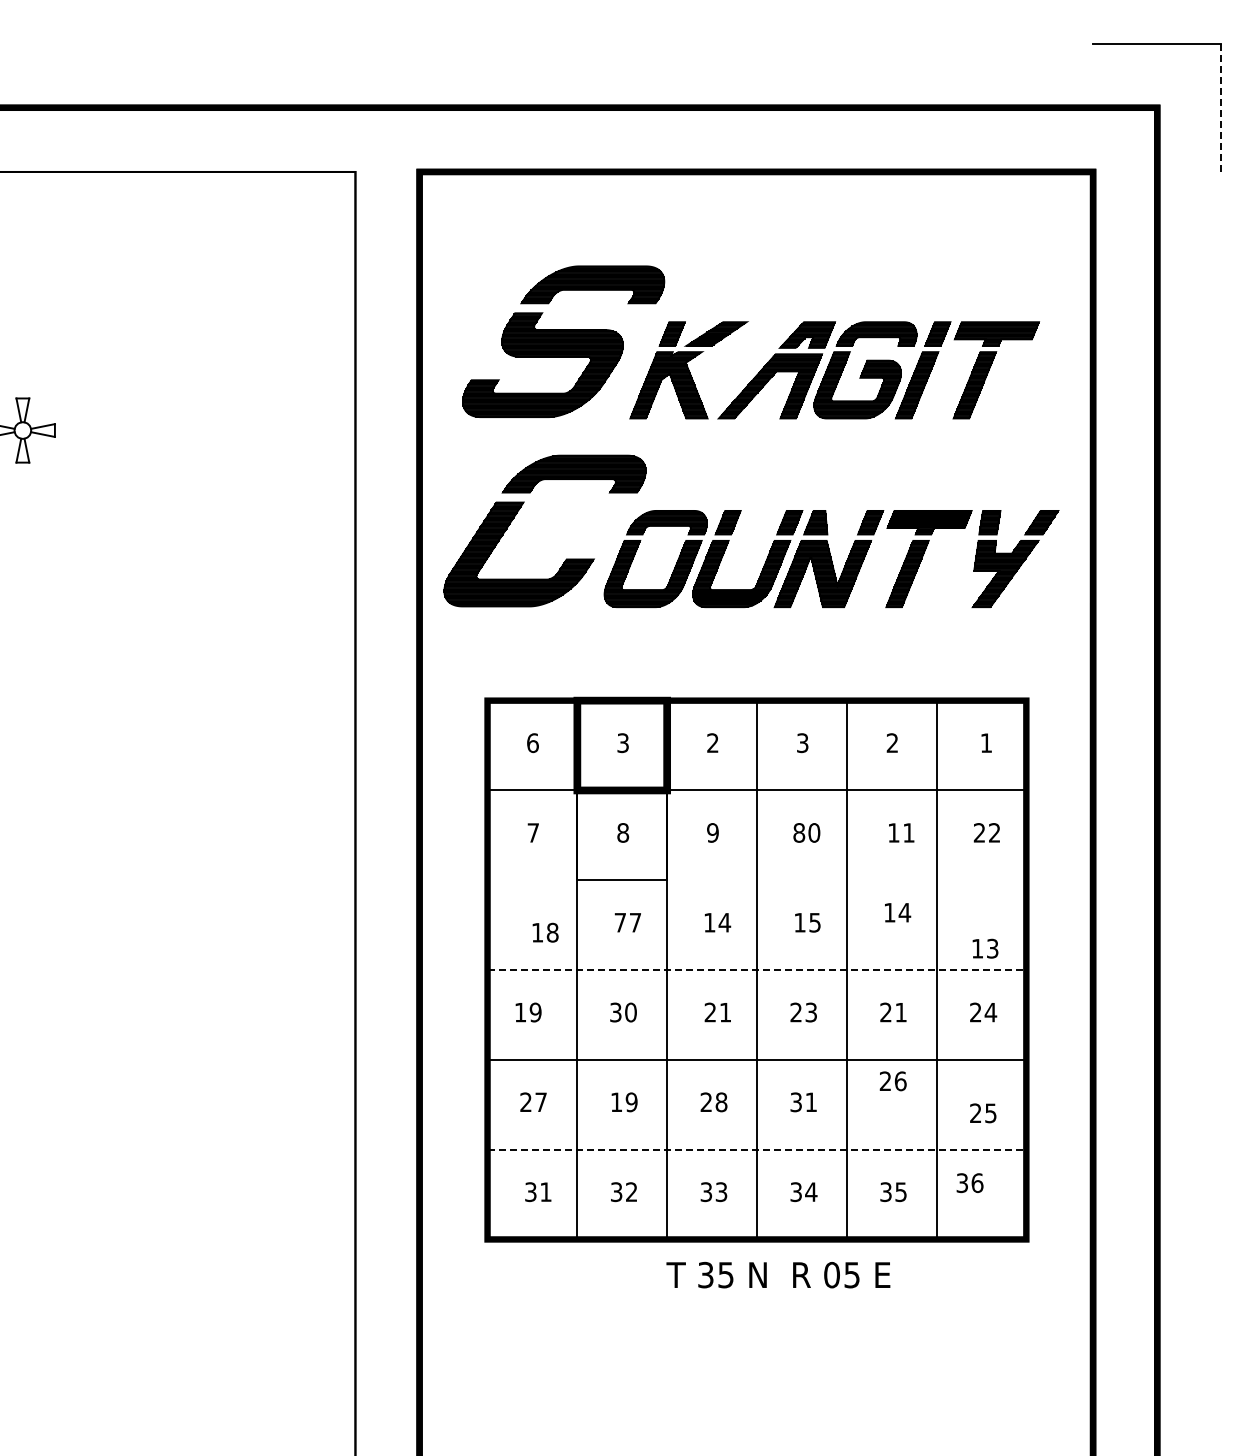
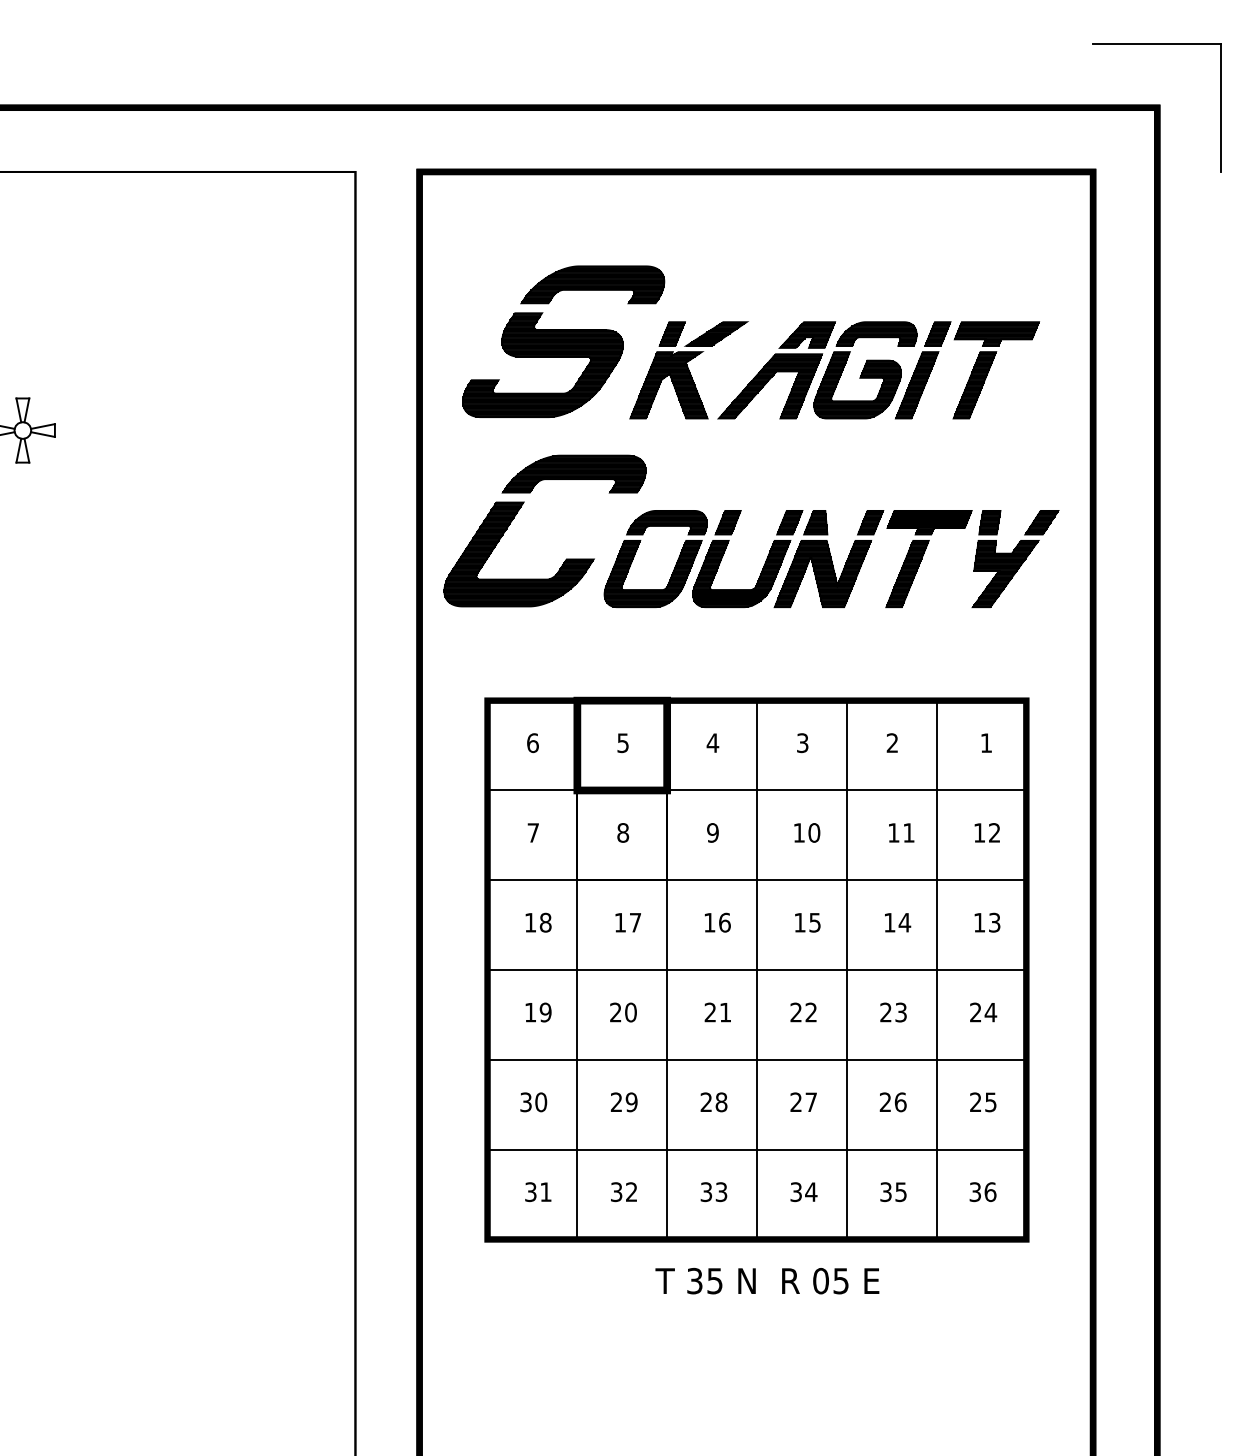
line at (1221, 108): dashed -> solid
text at (623, 742): 3 -> 5
text at (712, 742): 2 -> 4
text at (799, 832): 80 -> 10
text at (978, 832): 22 -> 12
line at (756, 880): none -> present
text at (898, 912) position: (898, 912) -> (898, 922)
text at (619, 922): 77 -> 17
text at (724, 922): 14 -> 16
text at (545, 932) position: (545, 932) -> (538, 922)
text at (985, 948) position: (985, 948) -> (987, 922)
line at (757, 970): dashed -> solid
text at (528, 1012) position: (528, 1012) -> (538, 1012)
text at (615, 1012): 30 -> 20
text at (810, 1012): 23 -> 22
text at (900, 1012): 21 -> 23
text at (892, 1081) position: (892, 1081) -> (892, 1102)
text at (615, 1101): 19 -> 29
text at (533, 1102): 27 -> 30
text at (803, 1102): 31 -> 27
text at (983, 1113) position: (983, 1113) -> (983, 1102)
line at (757, 1149): dashed -> solid
text at (969, 1183) position: (969, 1183) -> (982, 1192)
text at (778, 1274) position: (778, 1274) -> (767, 1280)
